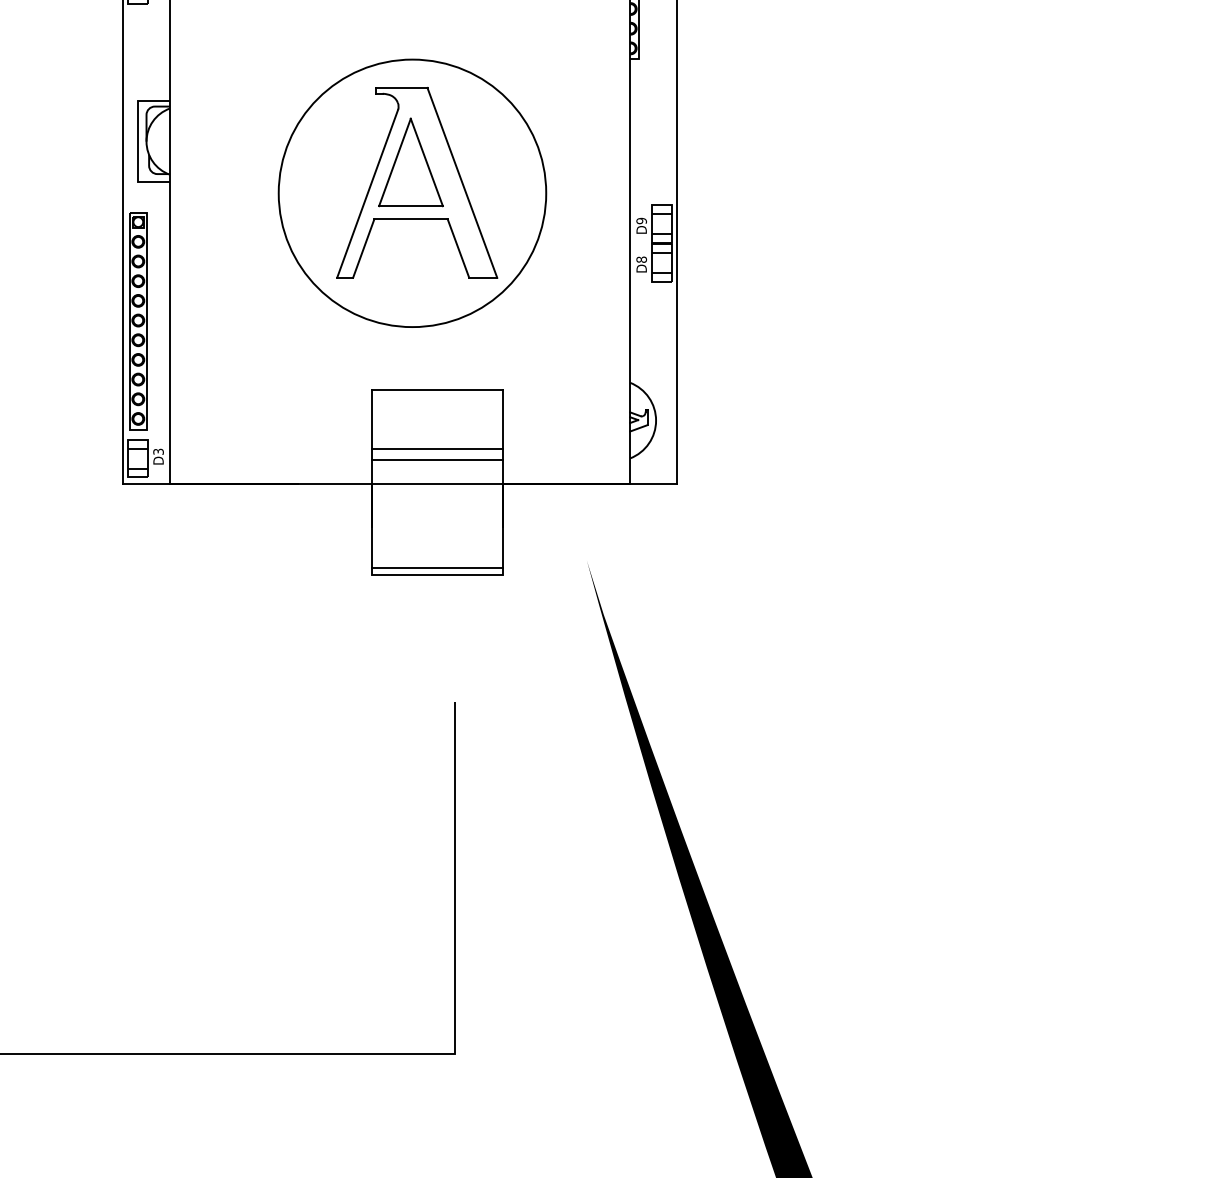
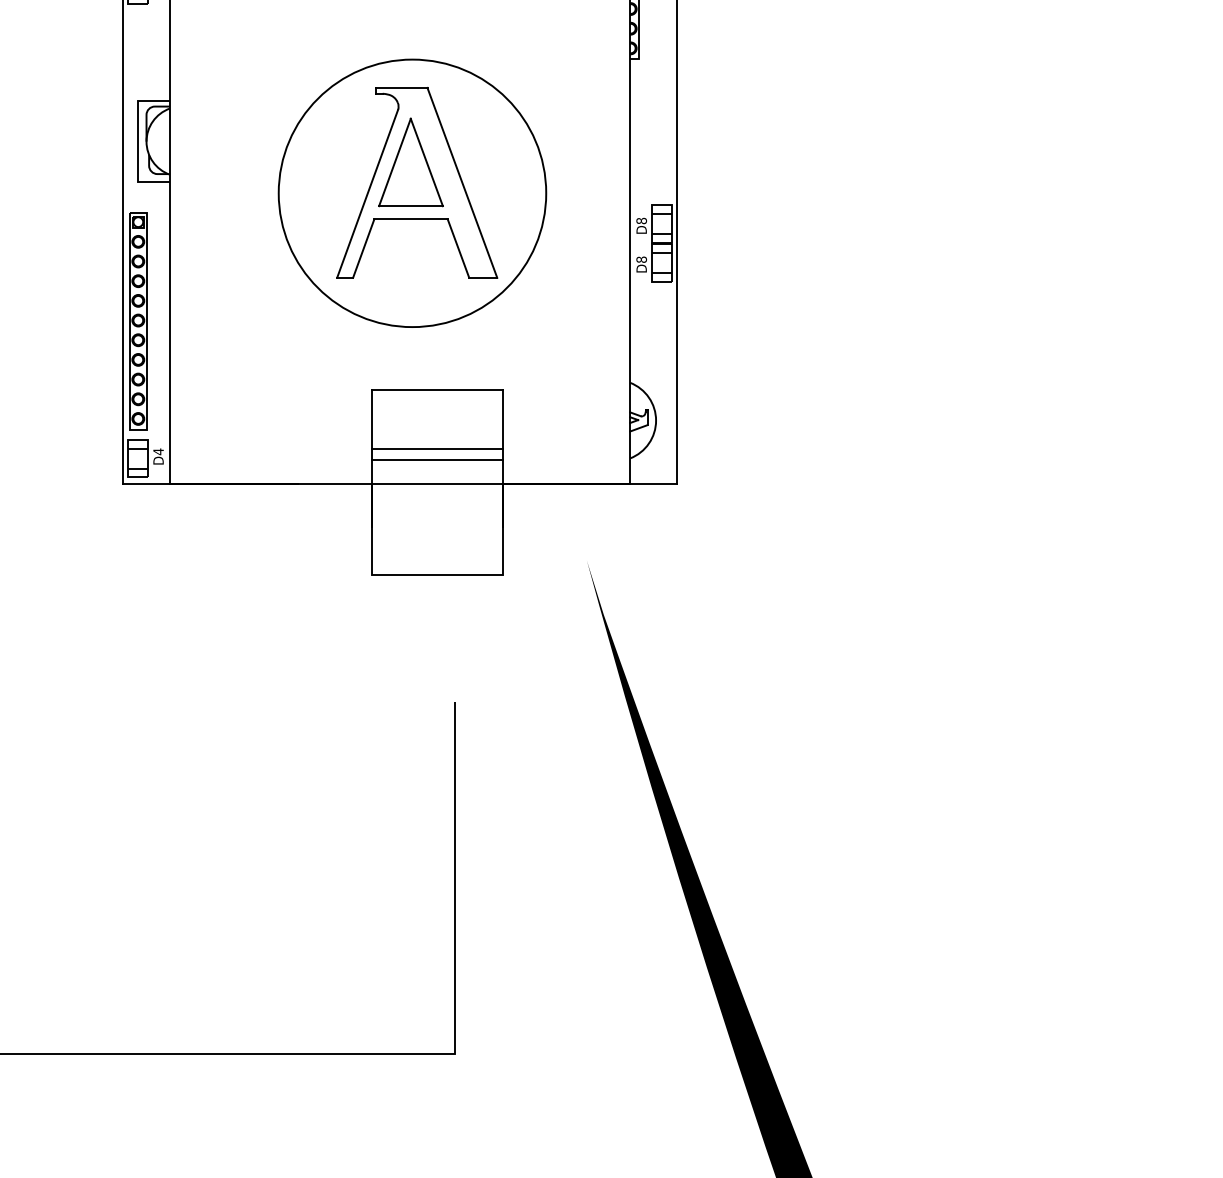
text at (641, 220): D9 -> D8
text at (158, 451): D3 -> D4
line at (437, 567): present -> none
